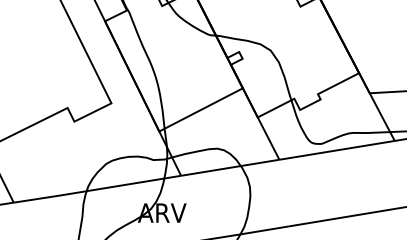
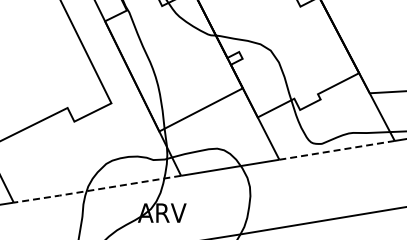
line at (336, 150): solid -> dashed
line at (96, 189): solid -> dashed
